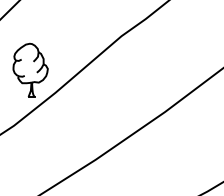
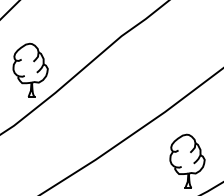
part at (187, 160): none -> present
